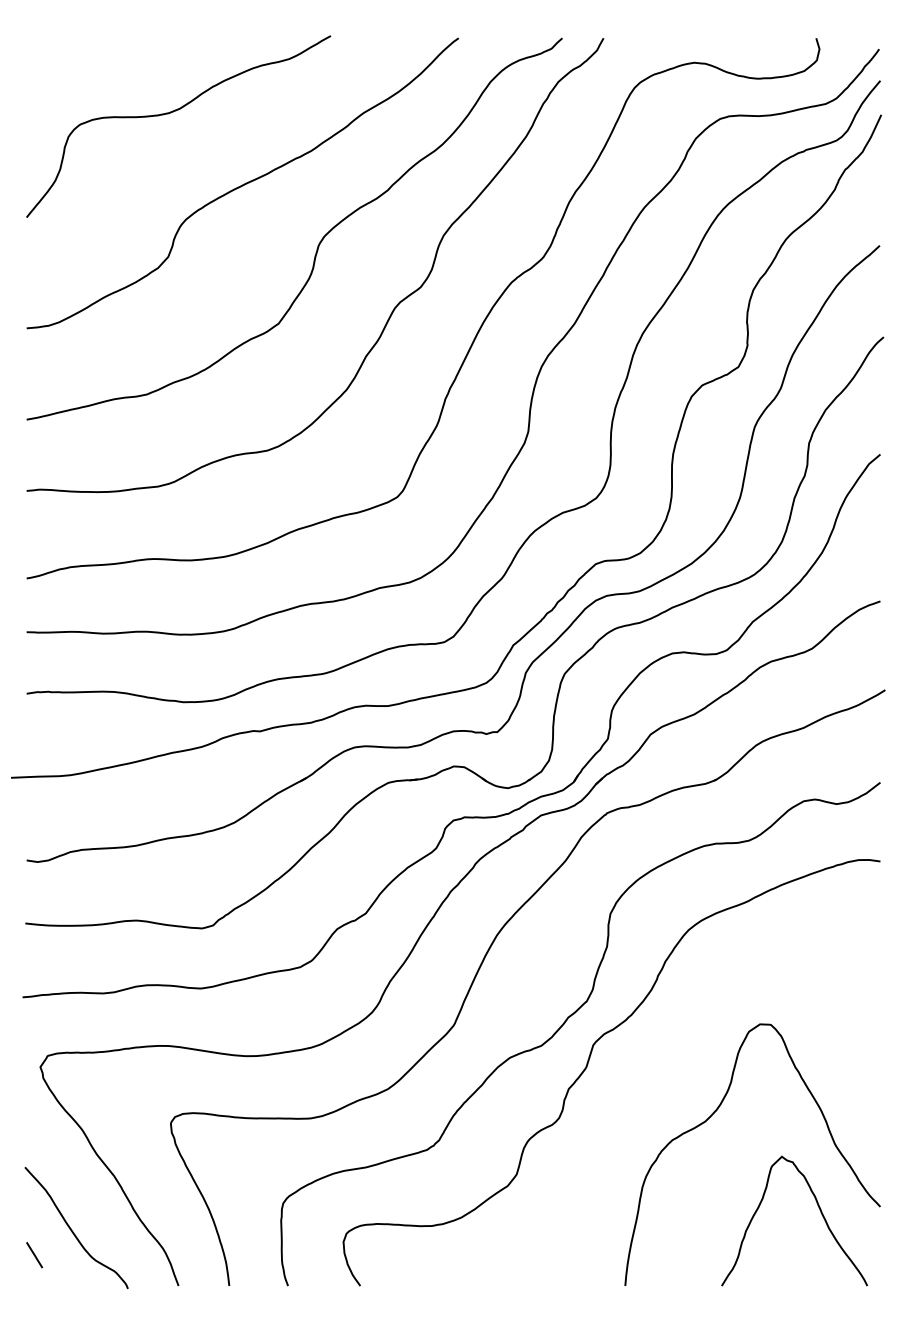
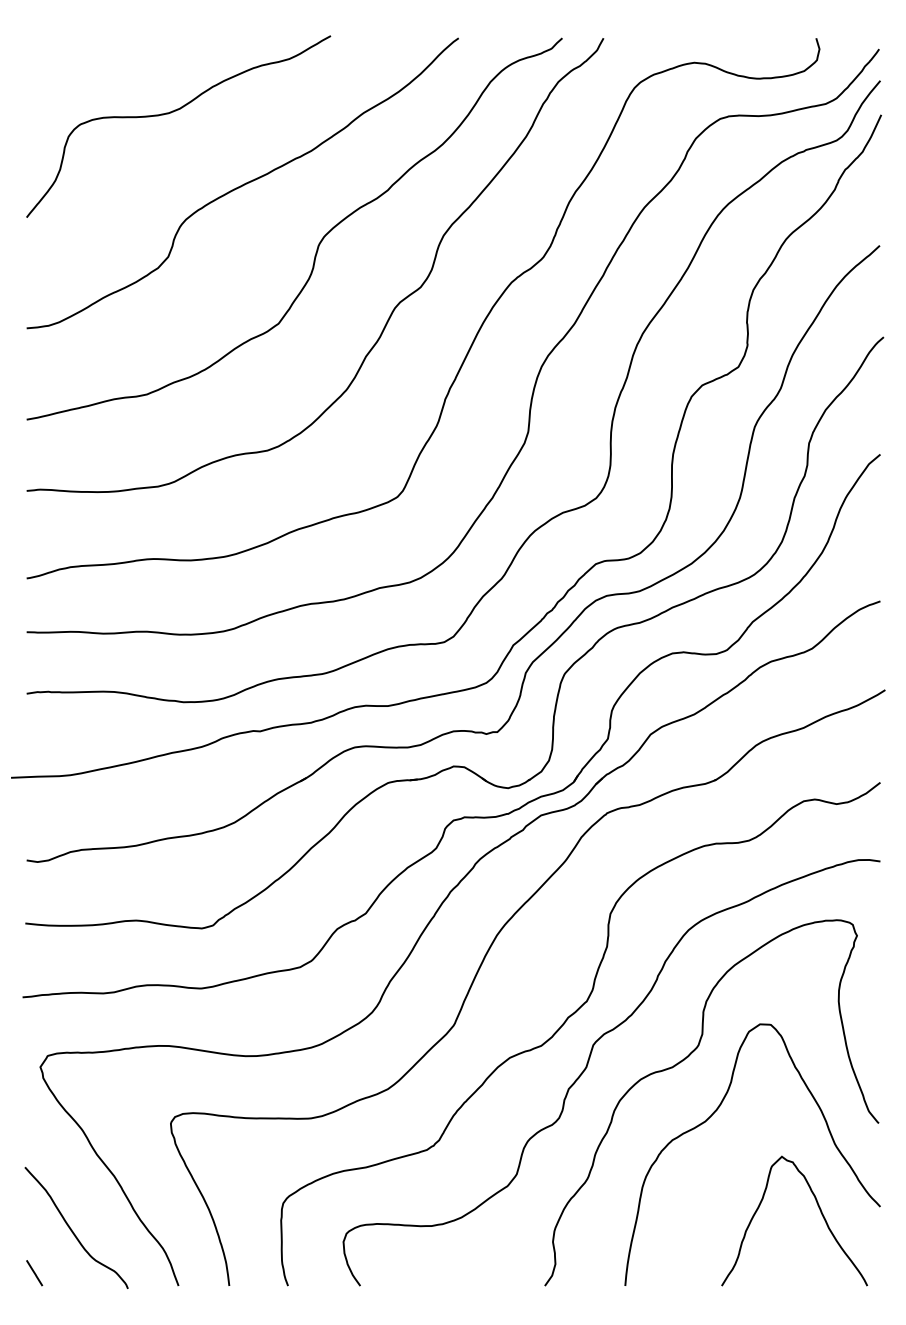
curve at (683, 1061): none -> present
line at (34, 1255) position: (34, 1255) -> (34, 1273)
